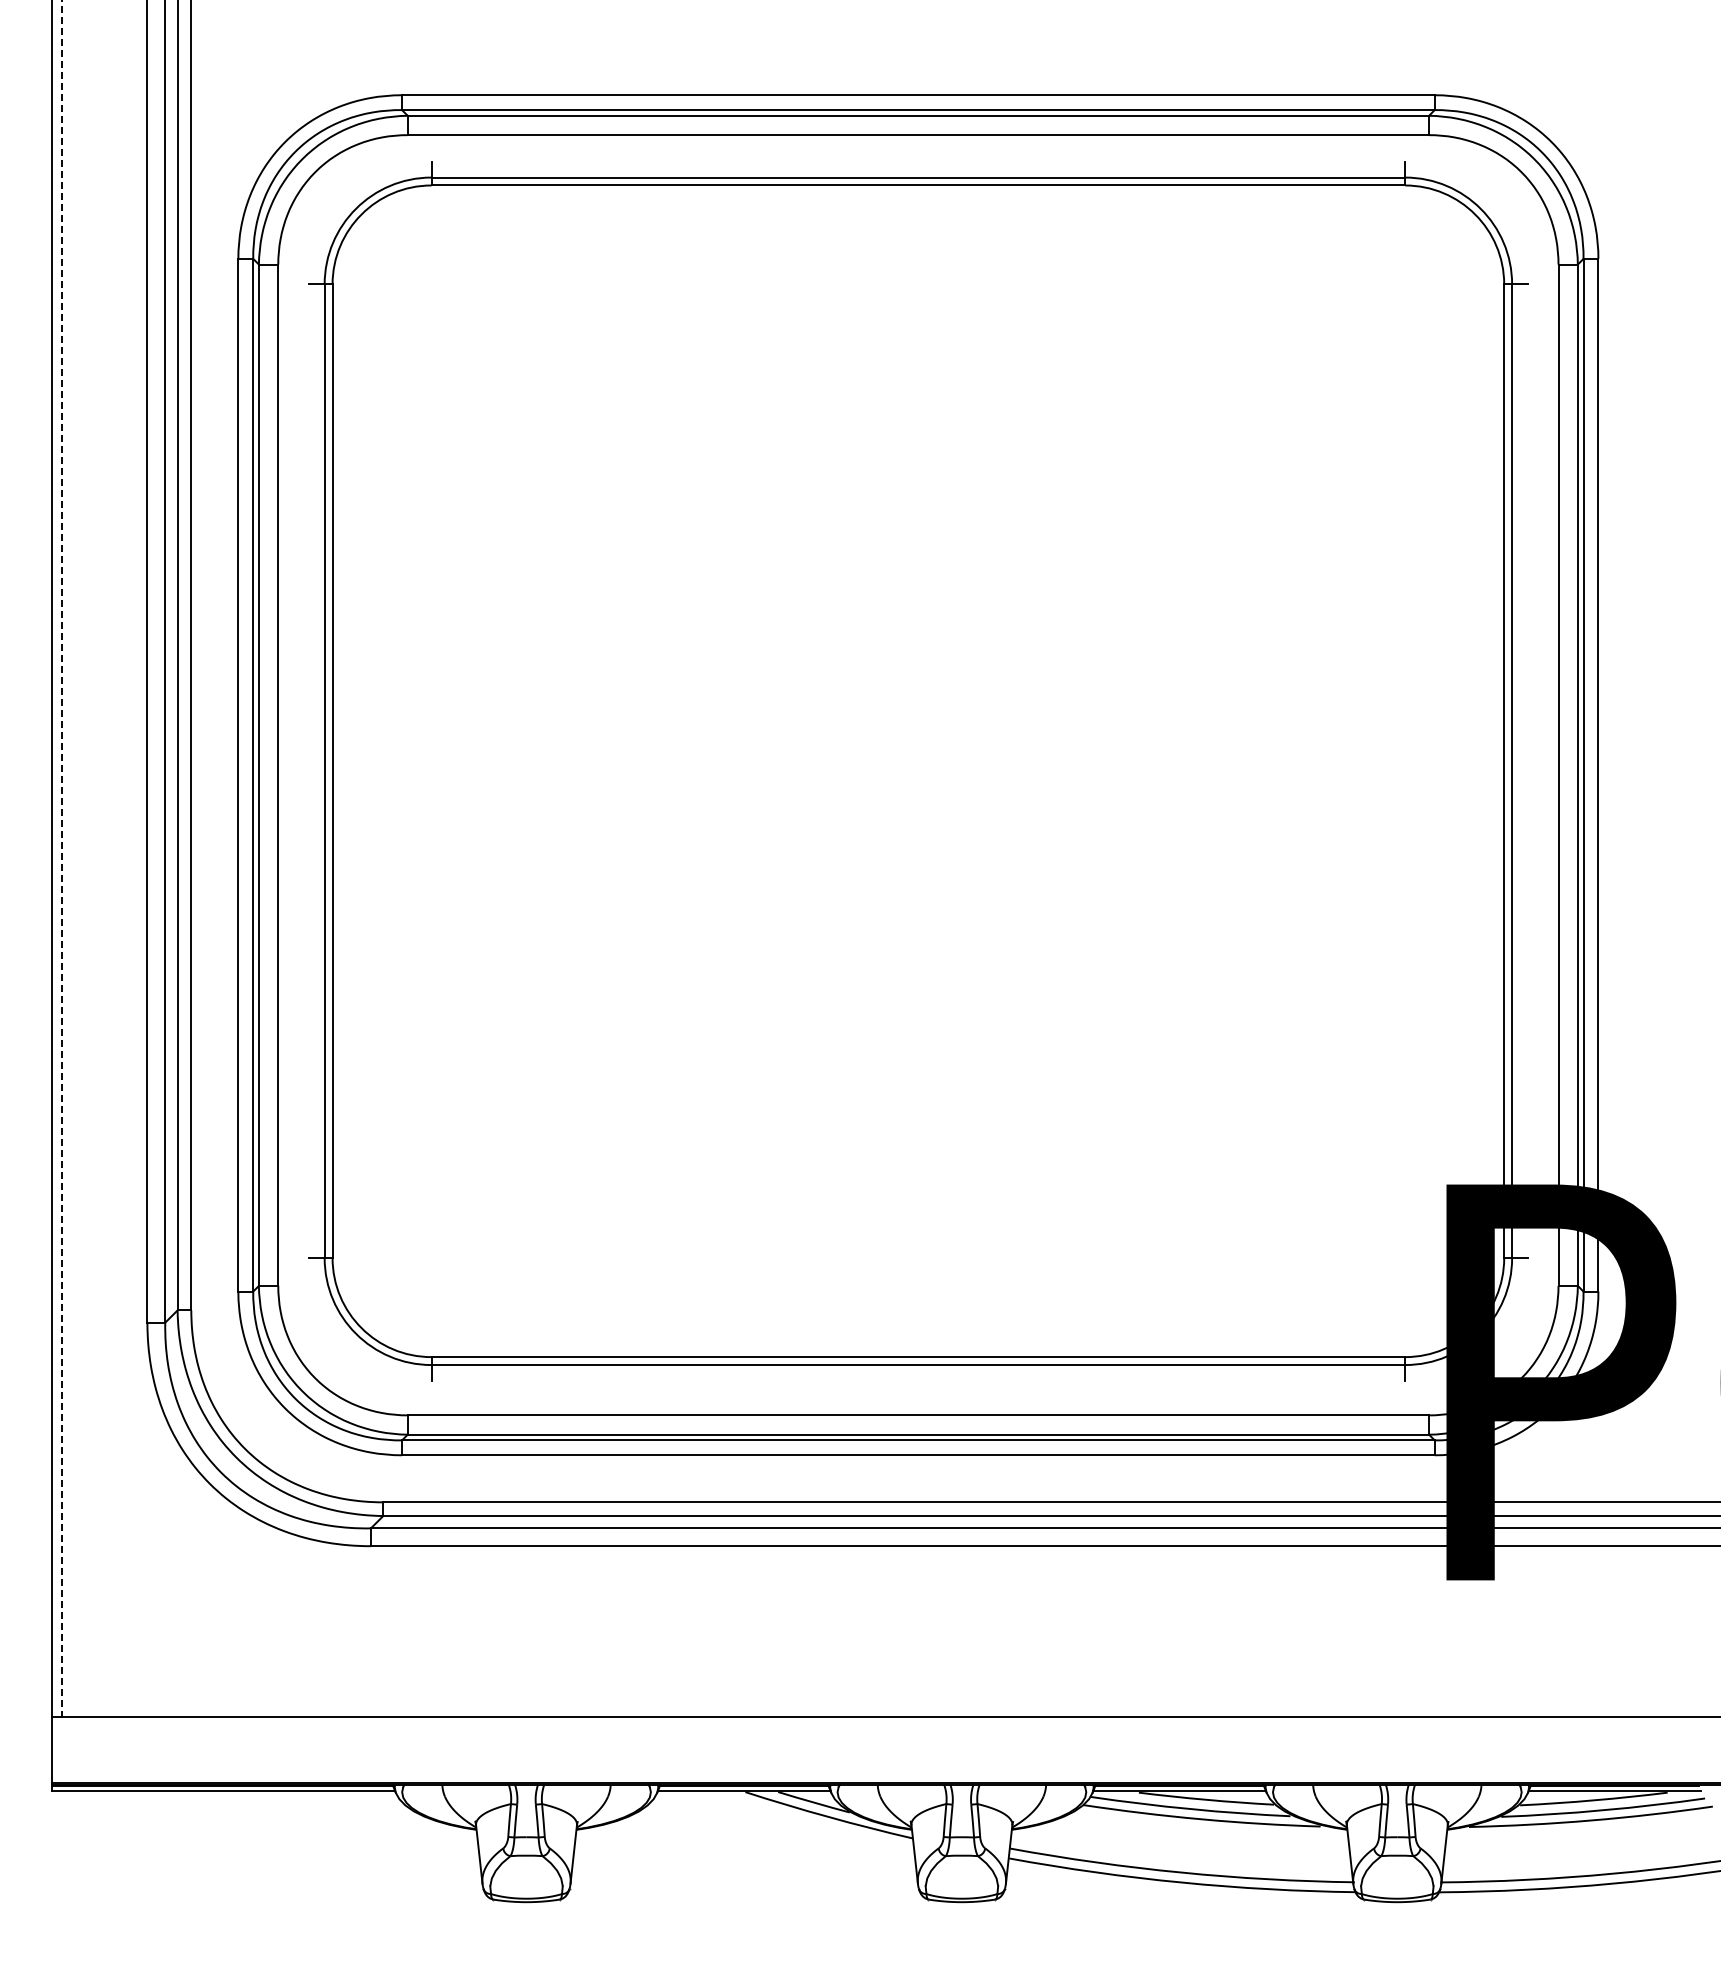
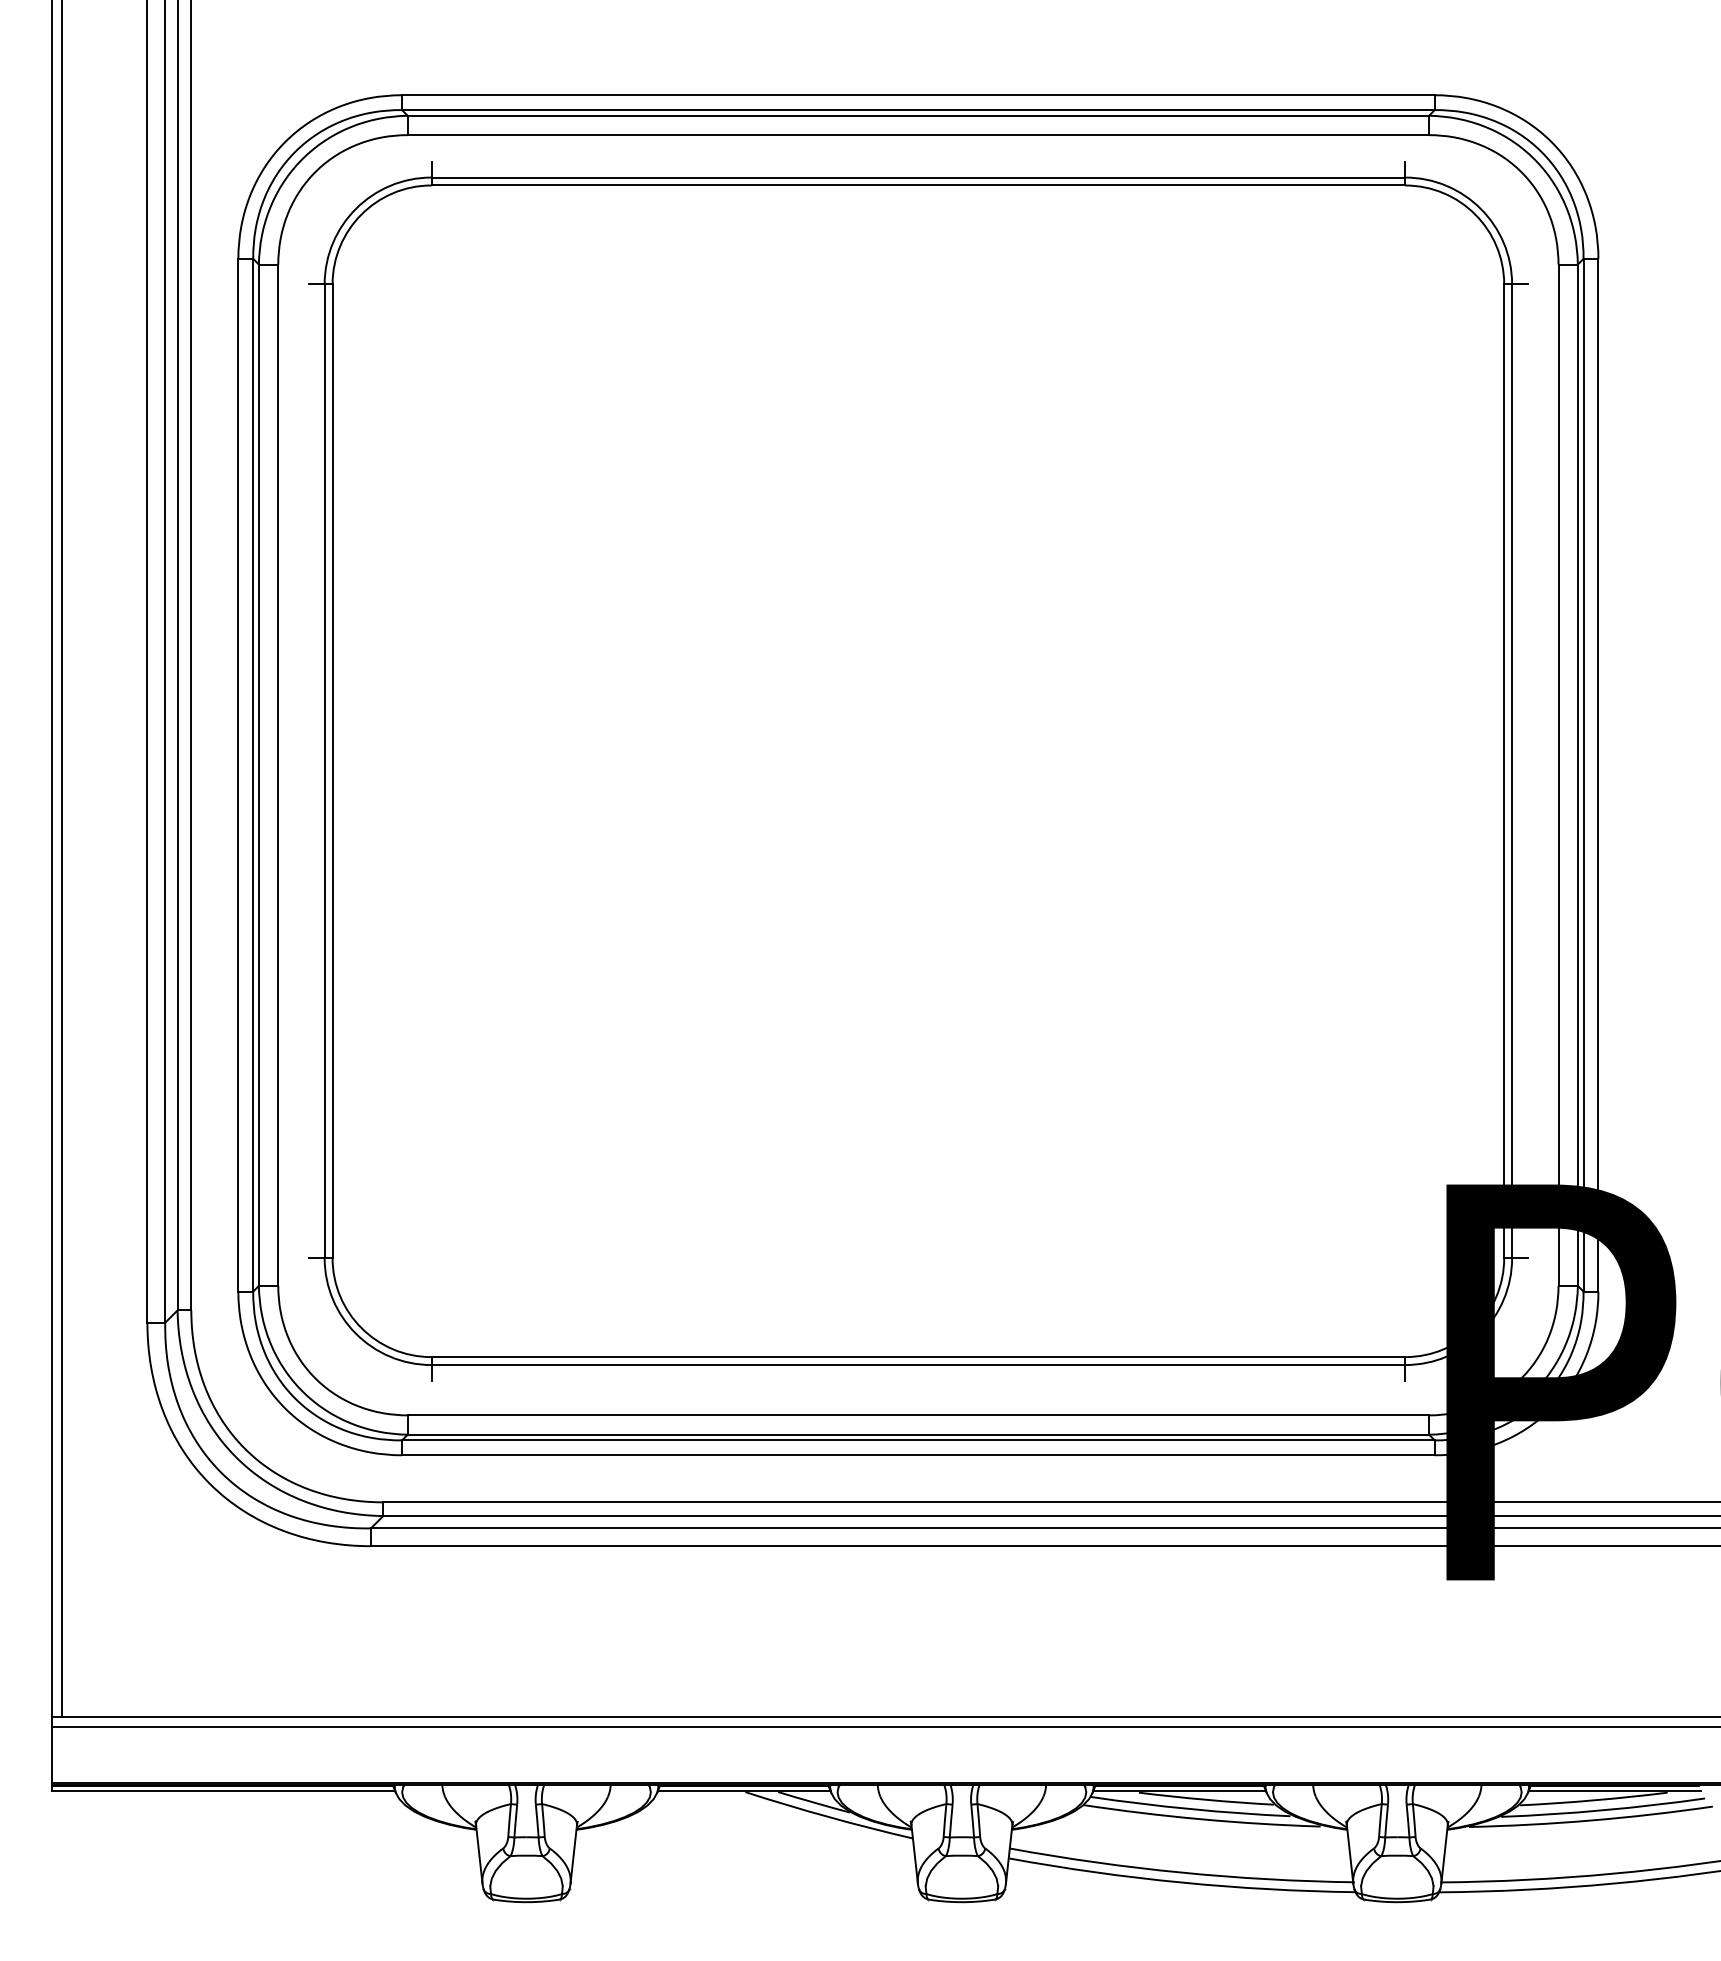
line at (61, 859): dashed -> solid
line at (884, 1727): none -> present
